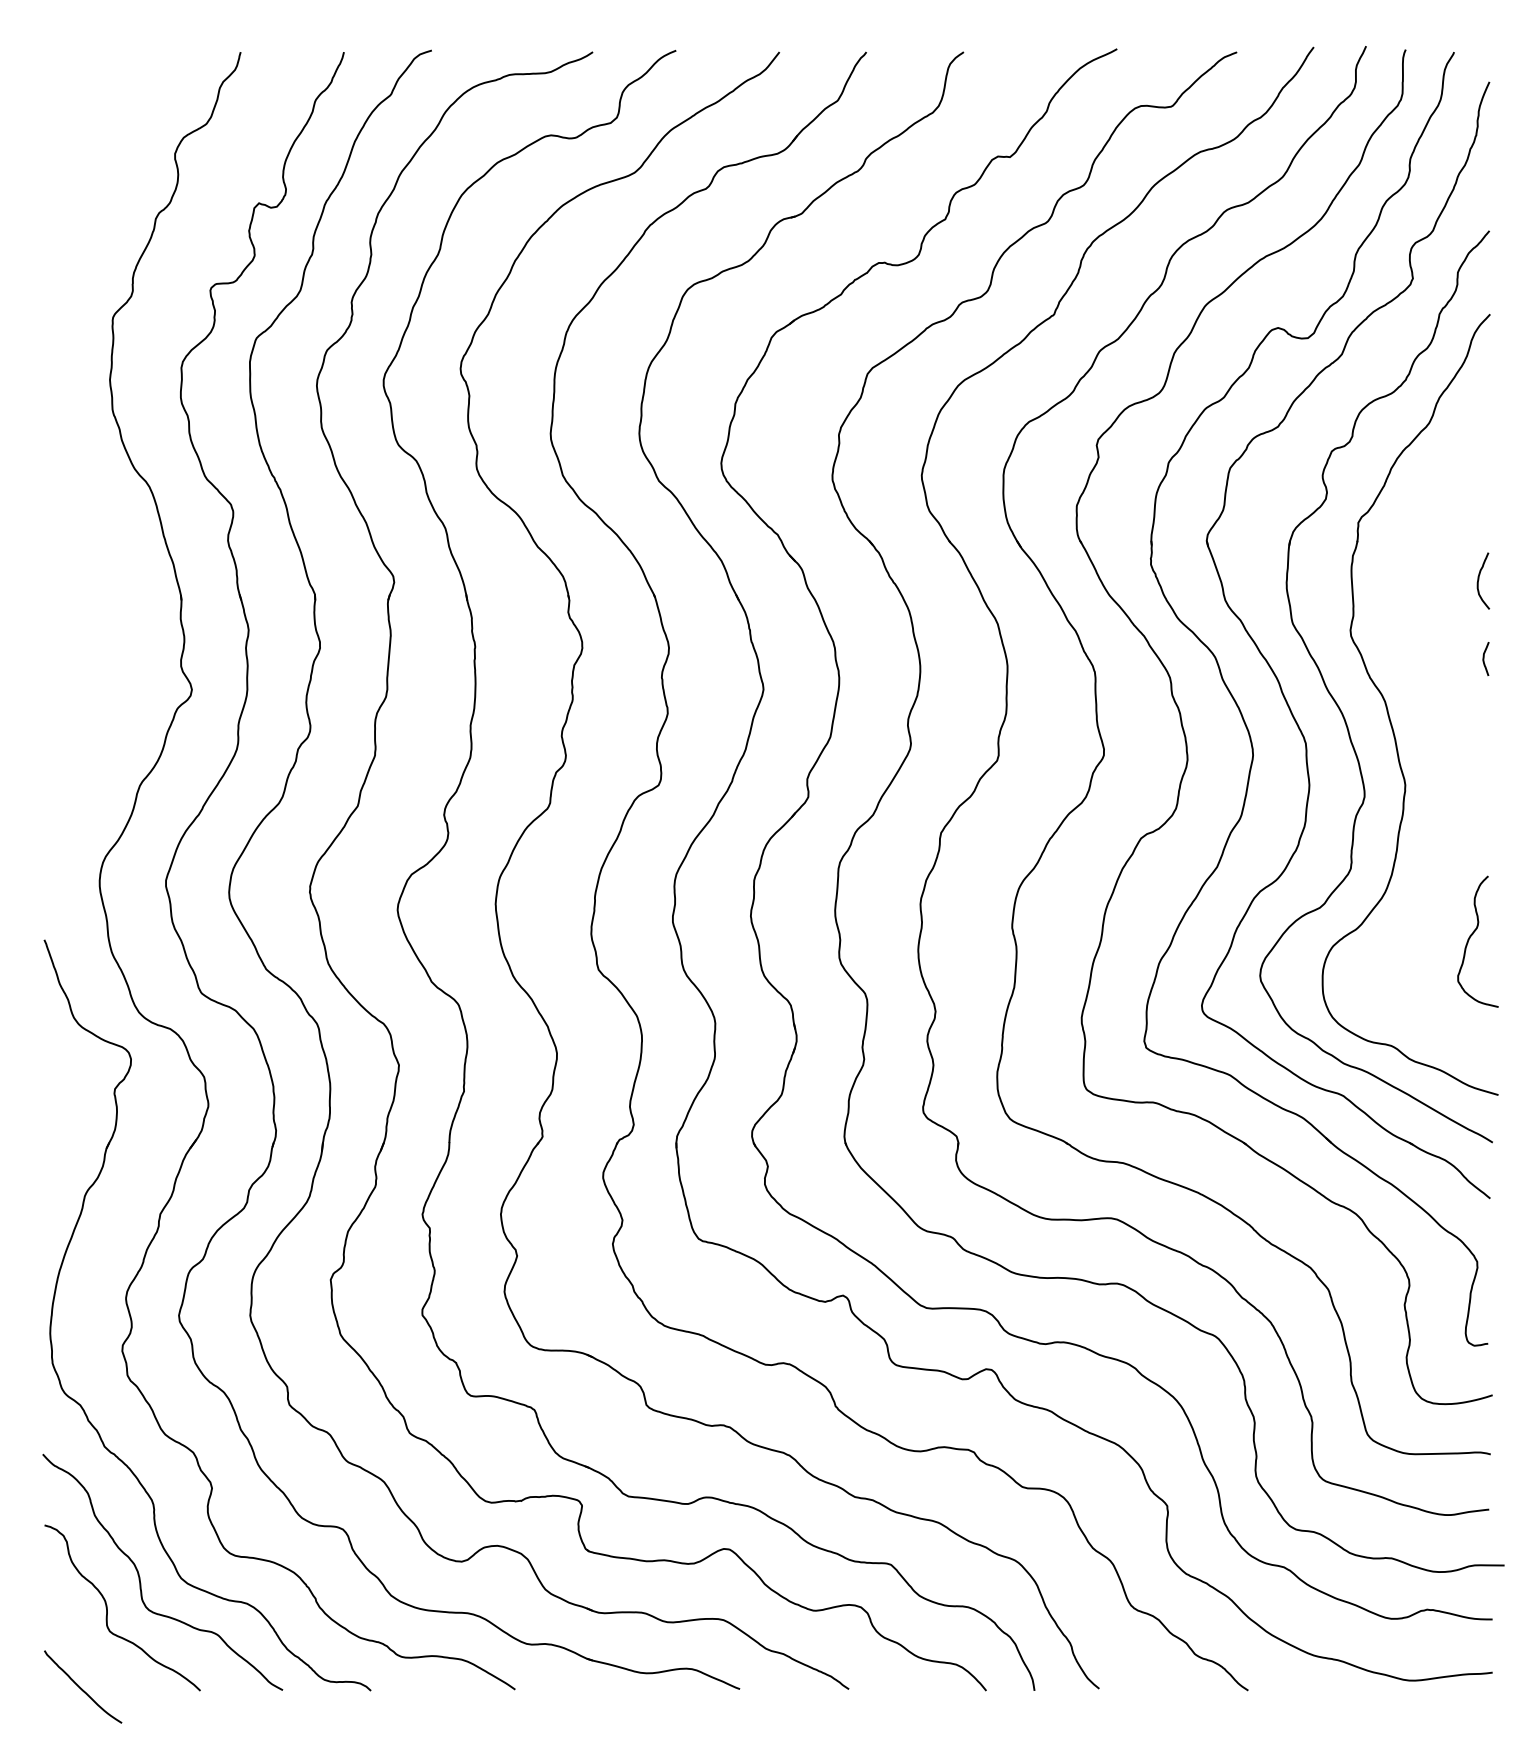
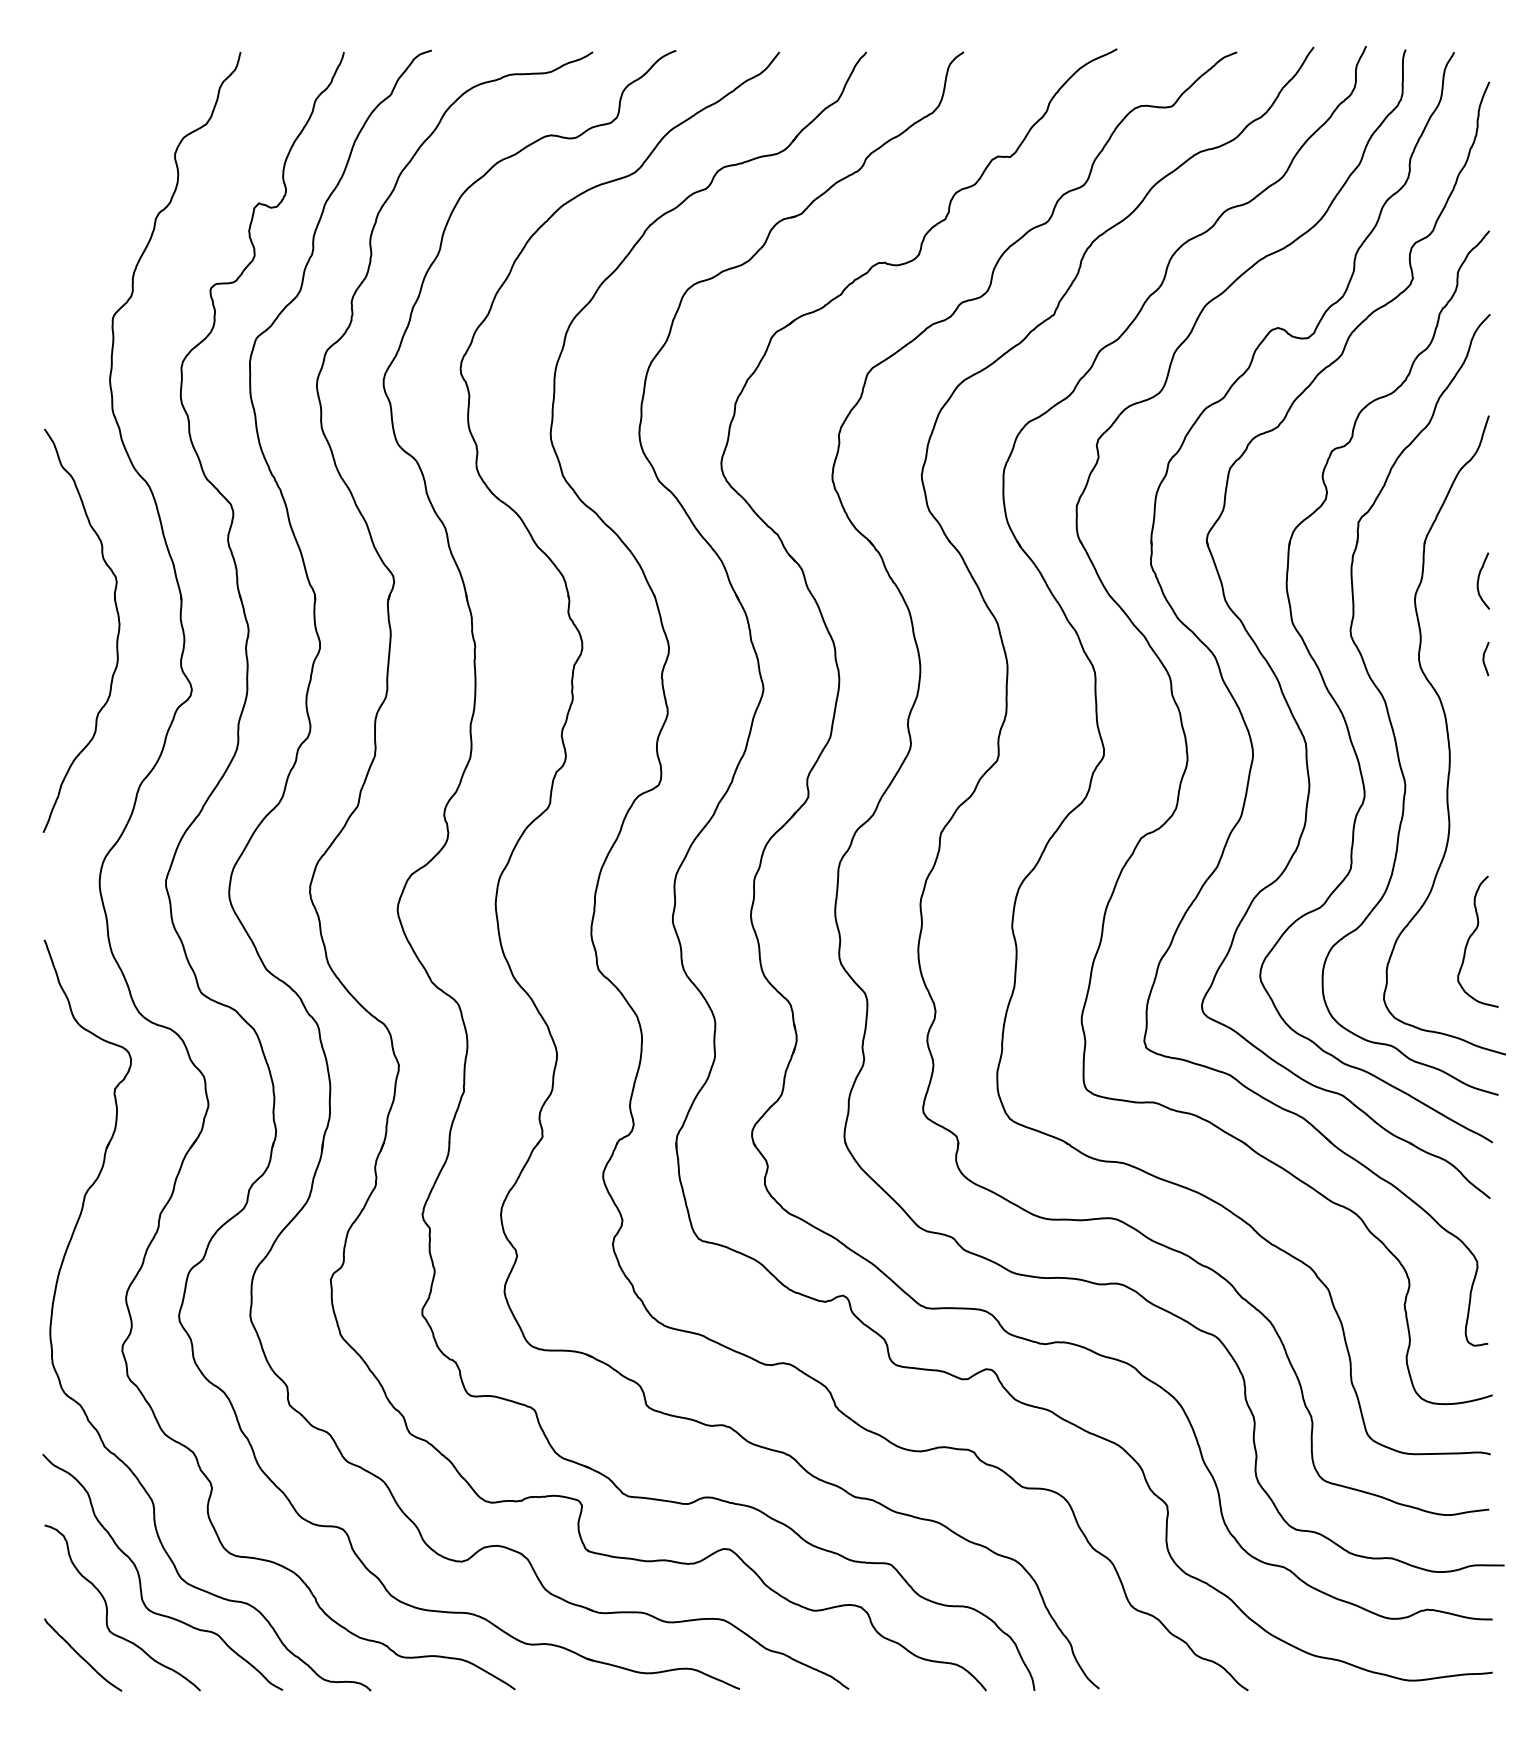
part at (116, 637): none -> present
part at (1444, 735): none -> present
curve at (81, 1687) position: (81, 1687) -> (81, 1655)
